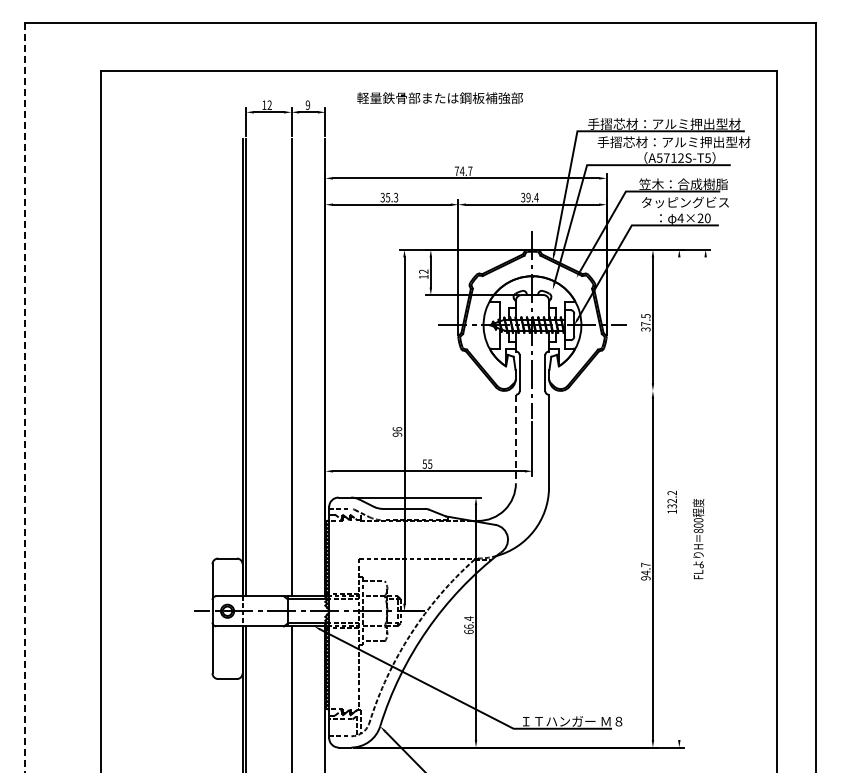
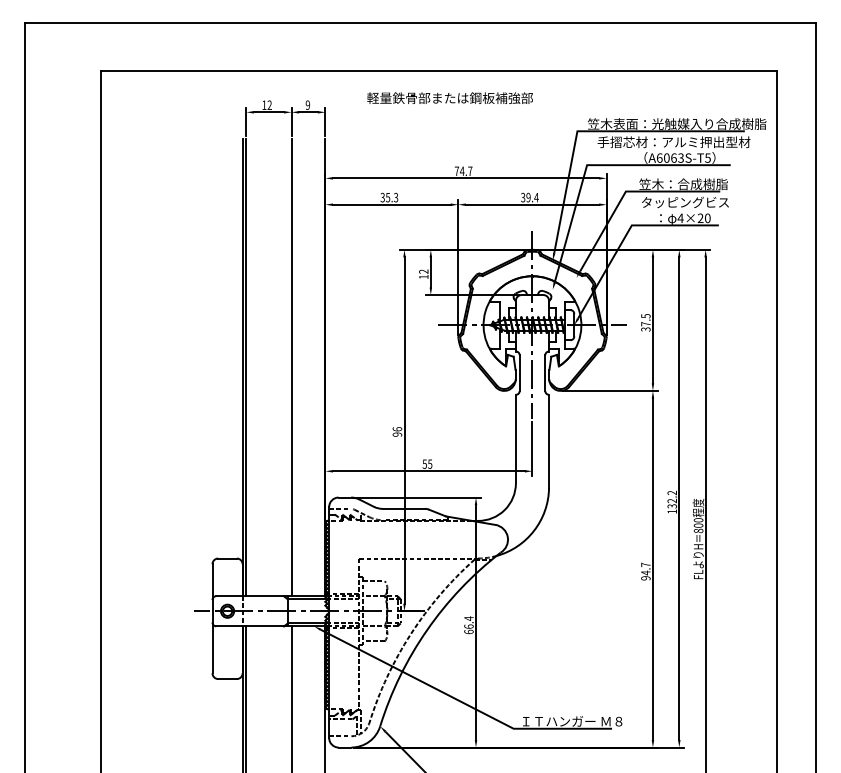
text at (439, 97) position: (439, 97) -> (449, 97)
text at (677, 123): 手摺芯材：アルミ押出型材 -> 笠木表面：光触媒入り合成樹脂
text at (669, 157): A5712S-T5 -> A6063S-T5
line at (610, 390): none -> present
line at (25, 398): dashed -> solid
line at (515, 439): dashed -> solid
line at (679, 498): none -> present
line at (705, 513): none -> present
